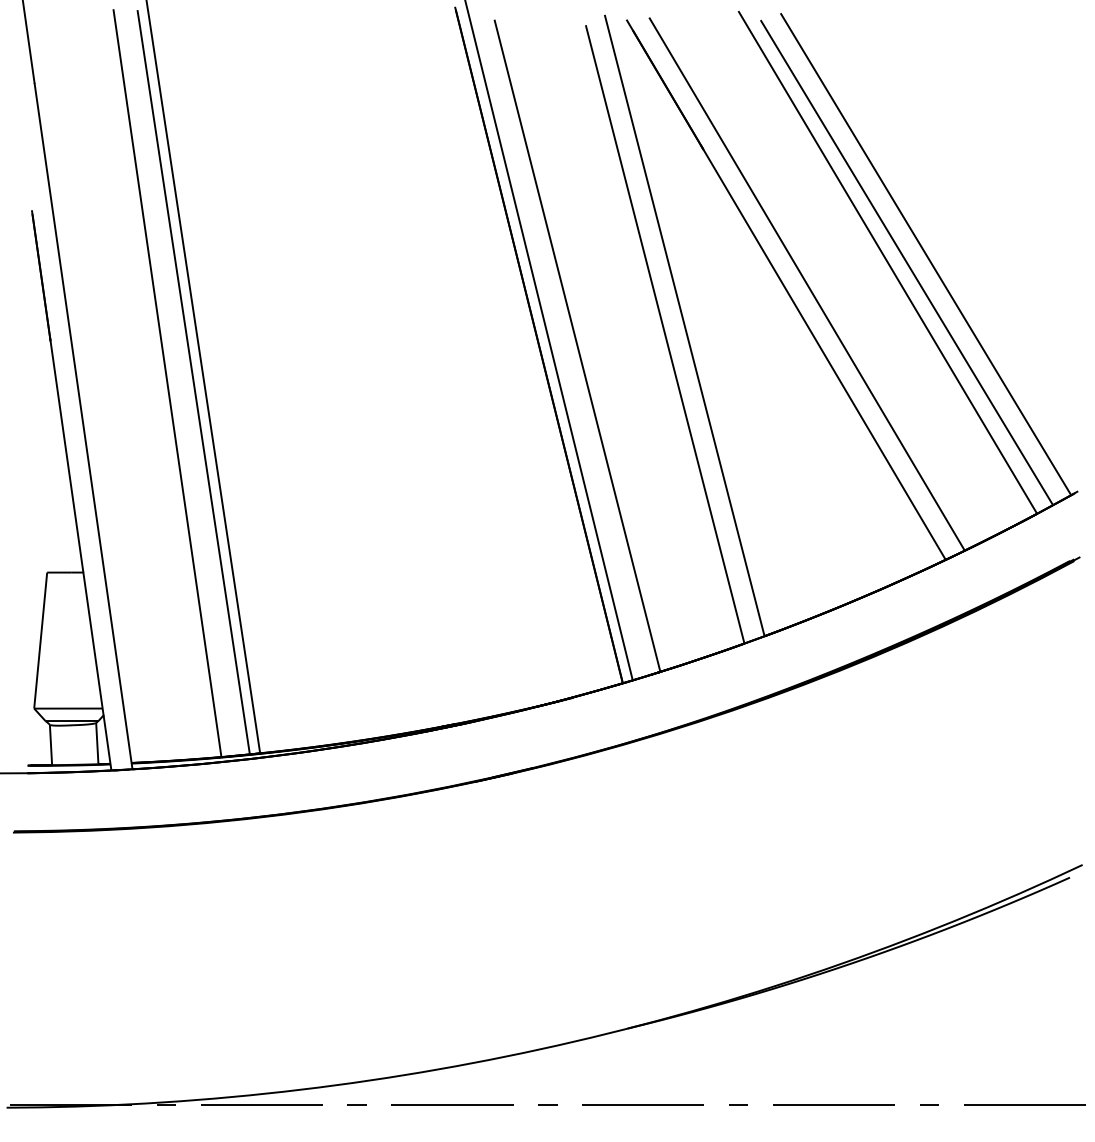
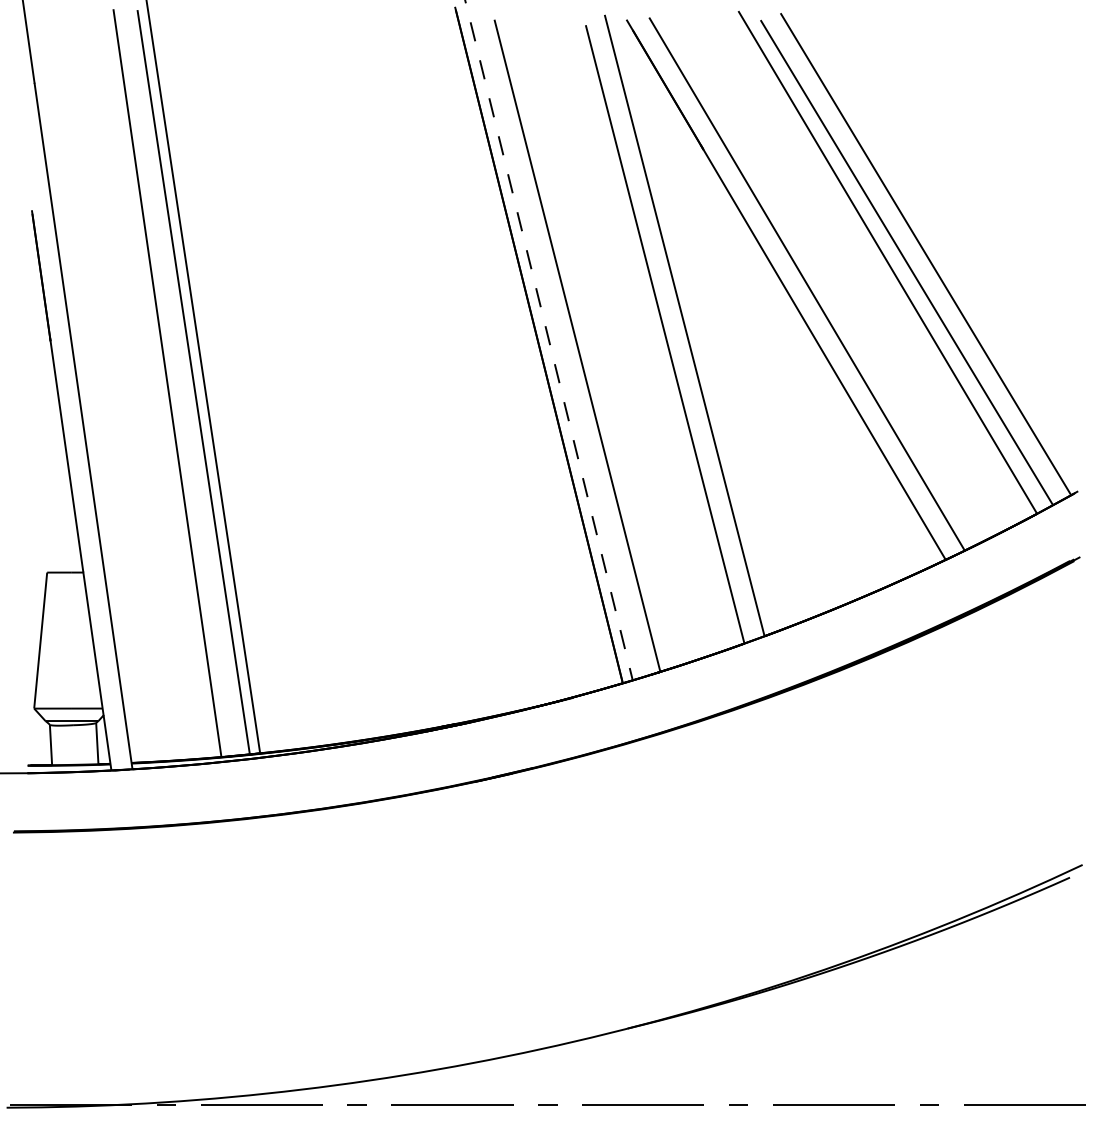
line at (549, 340): solid -> dashed
